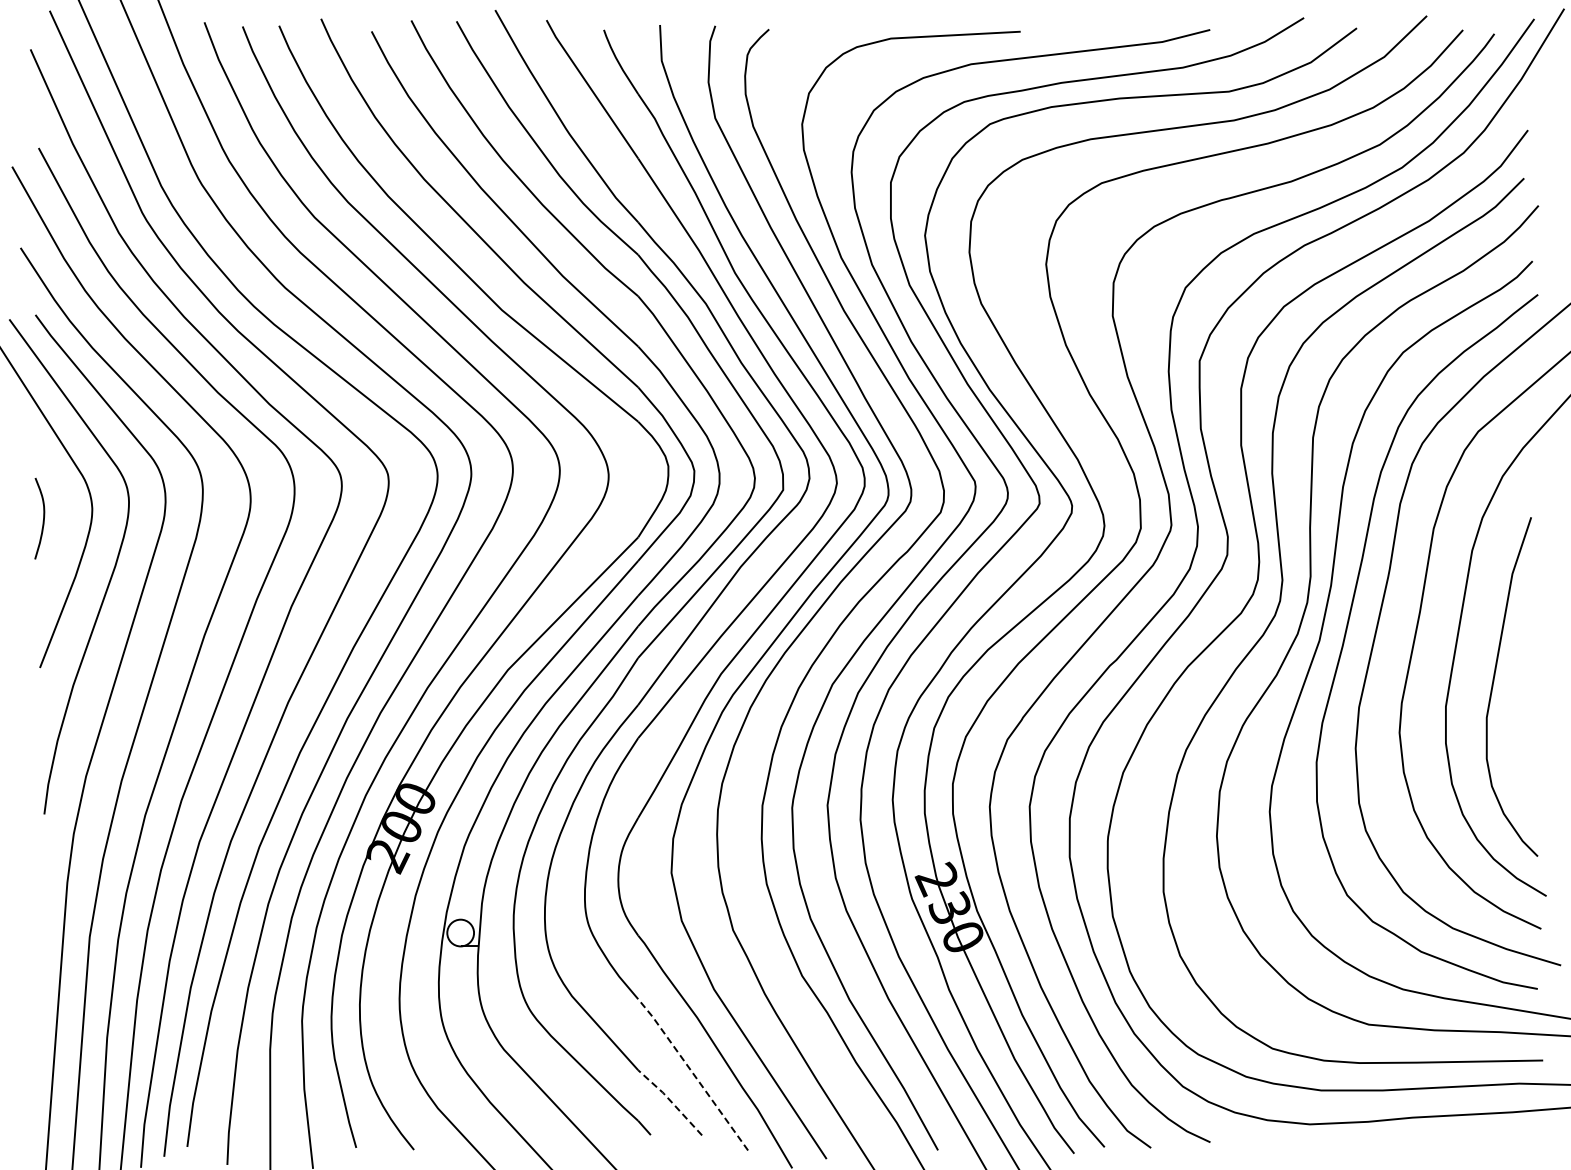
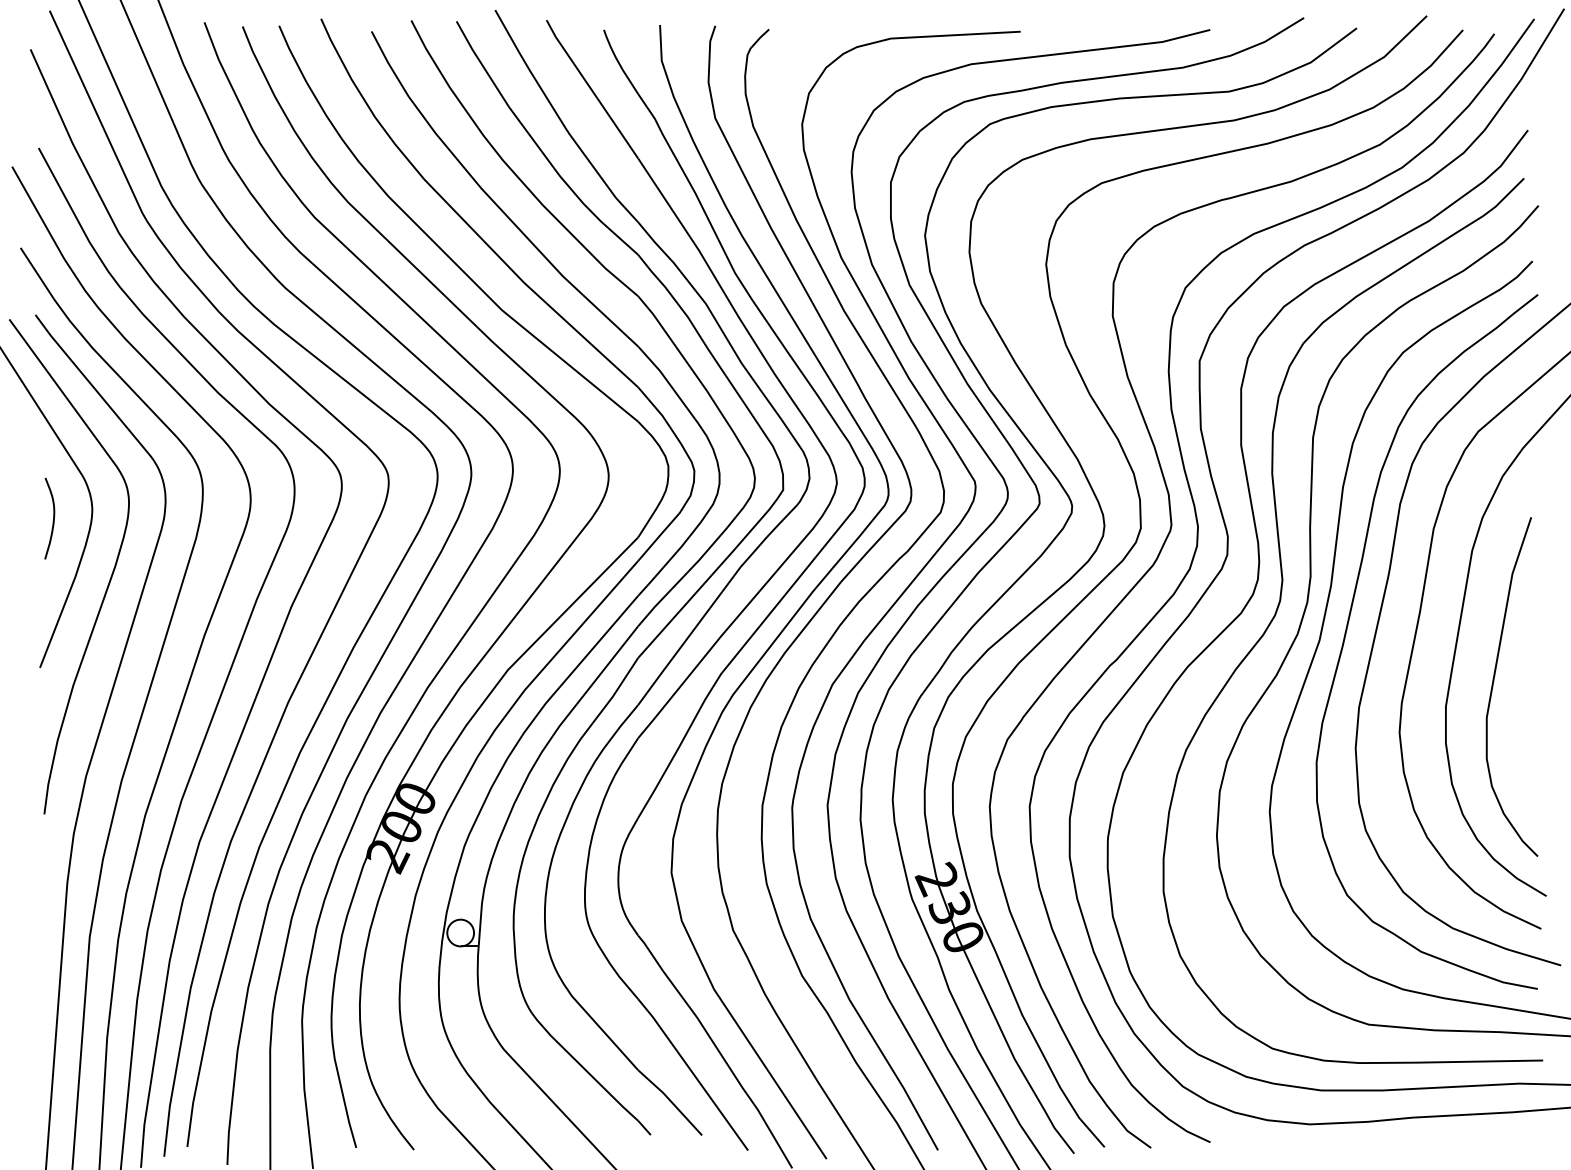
curve at (43, 518) position: (43, 518) -> (53, 518)
line at (693, 1073): dashed -> solid
line at (670, 1100): dashed -> solid
